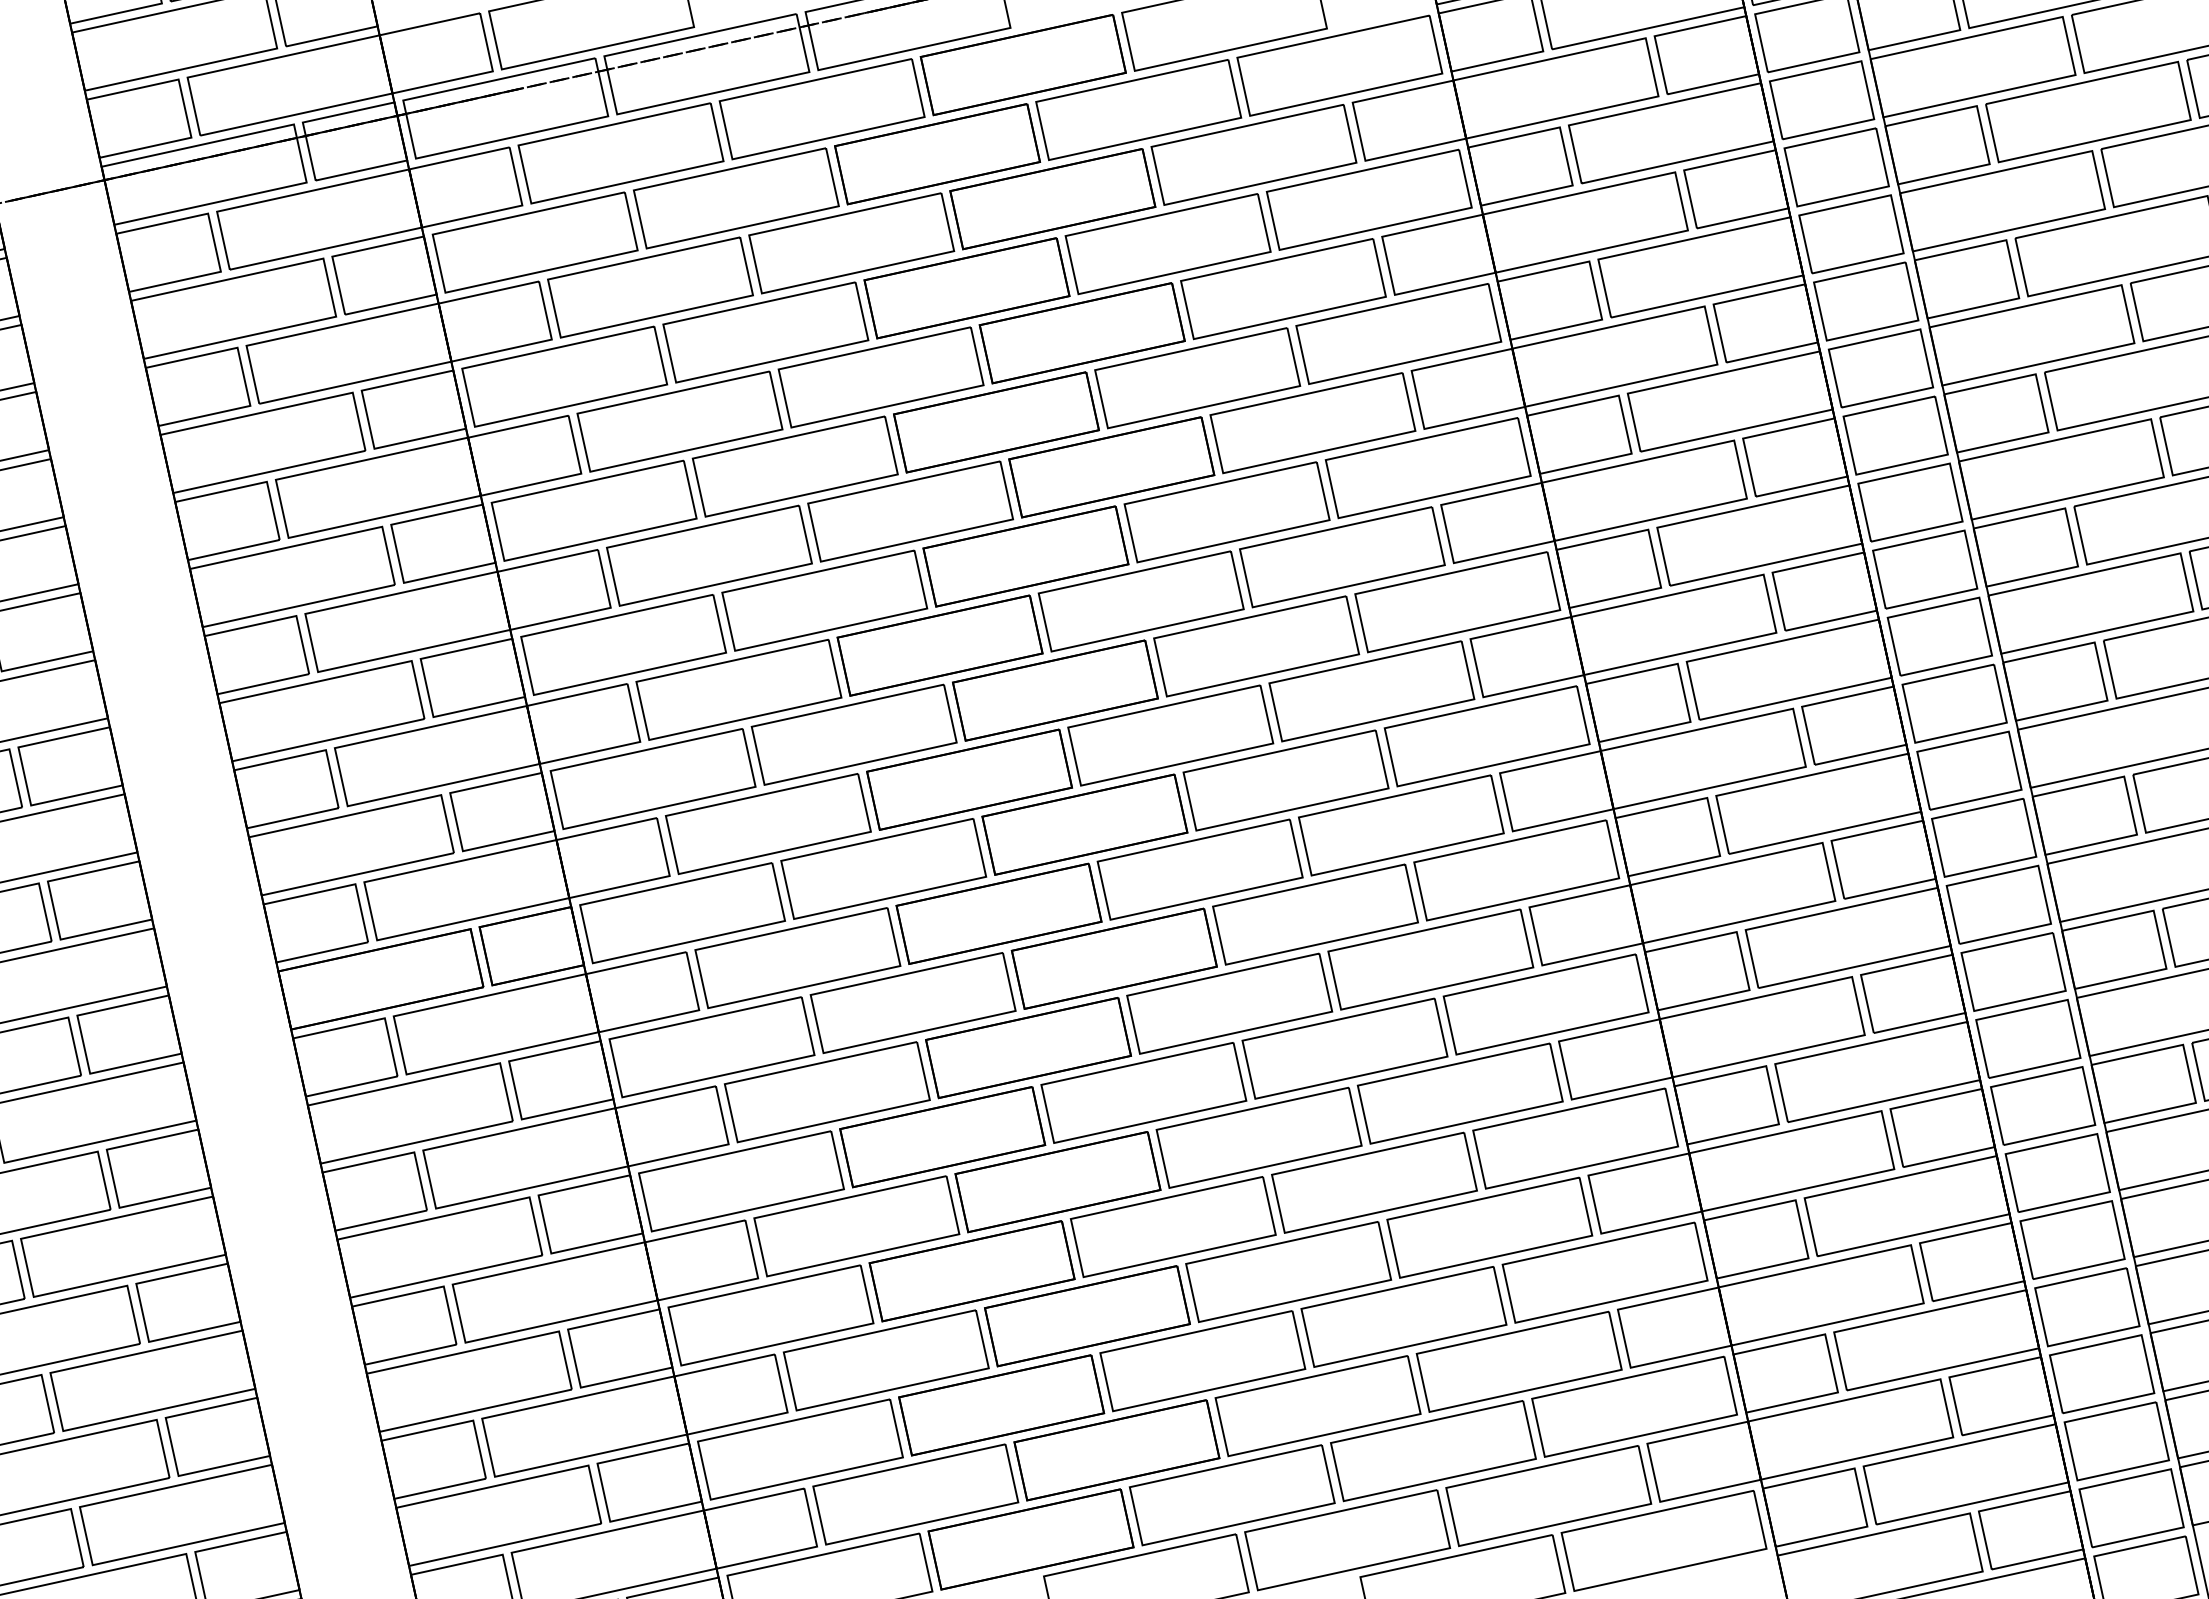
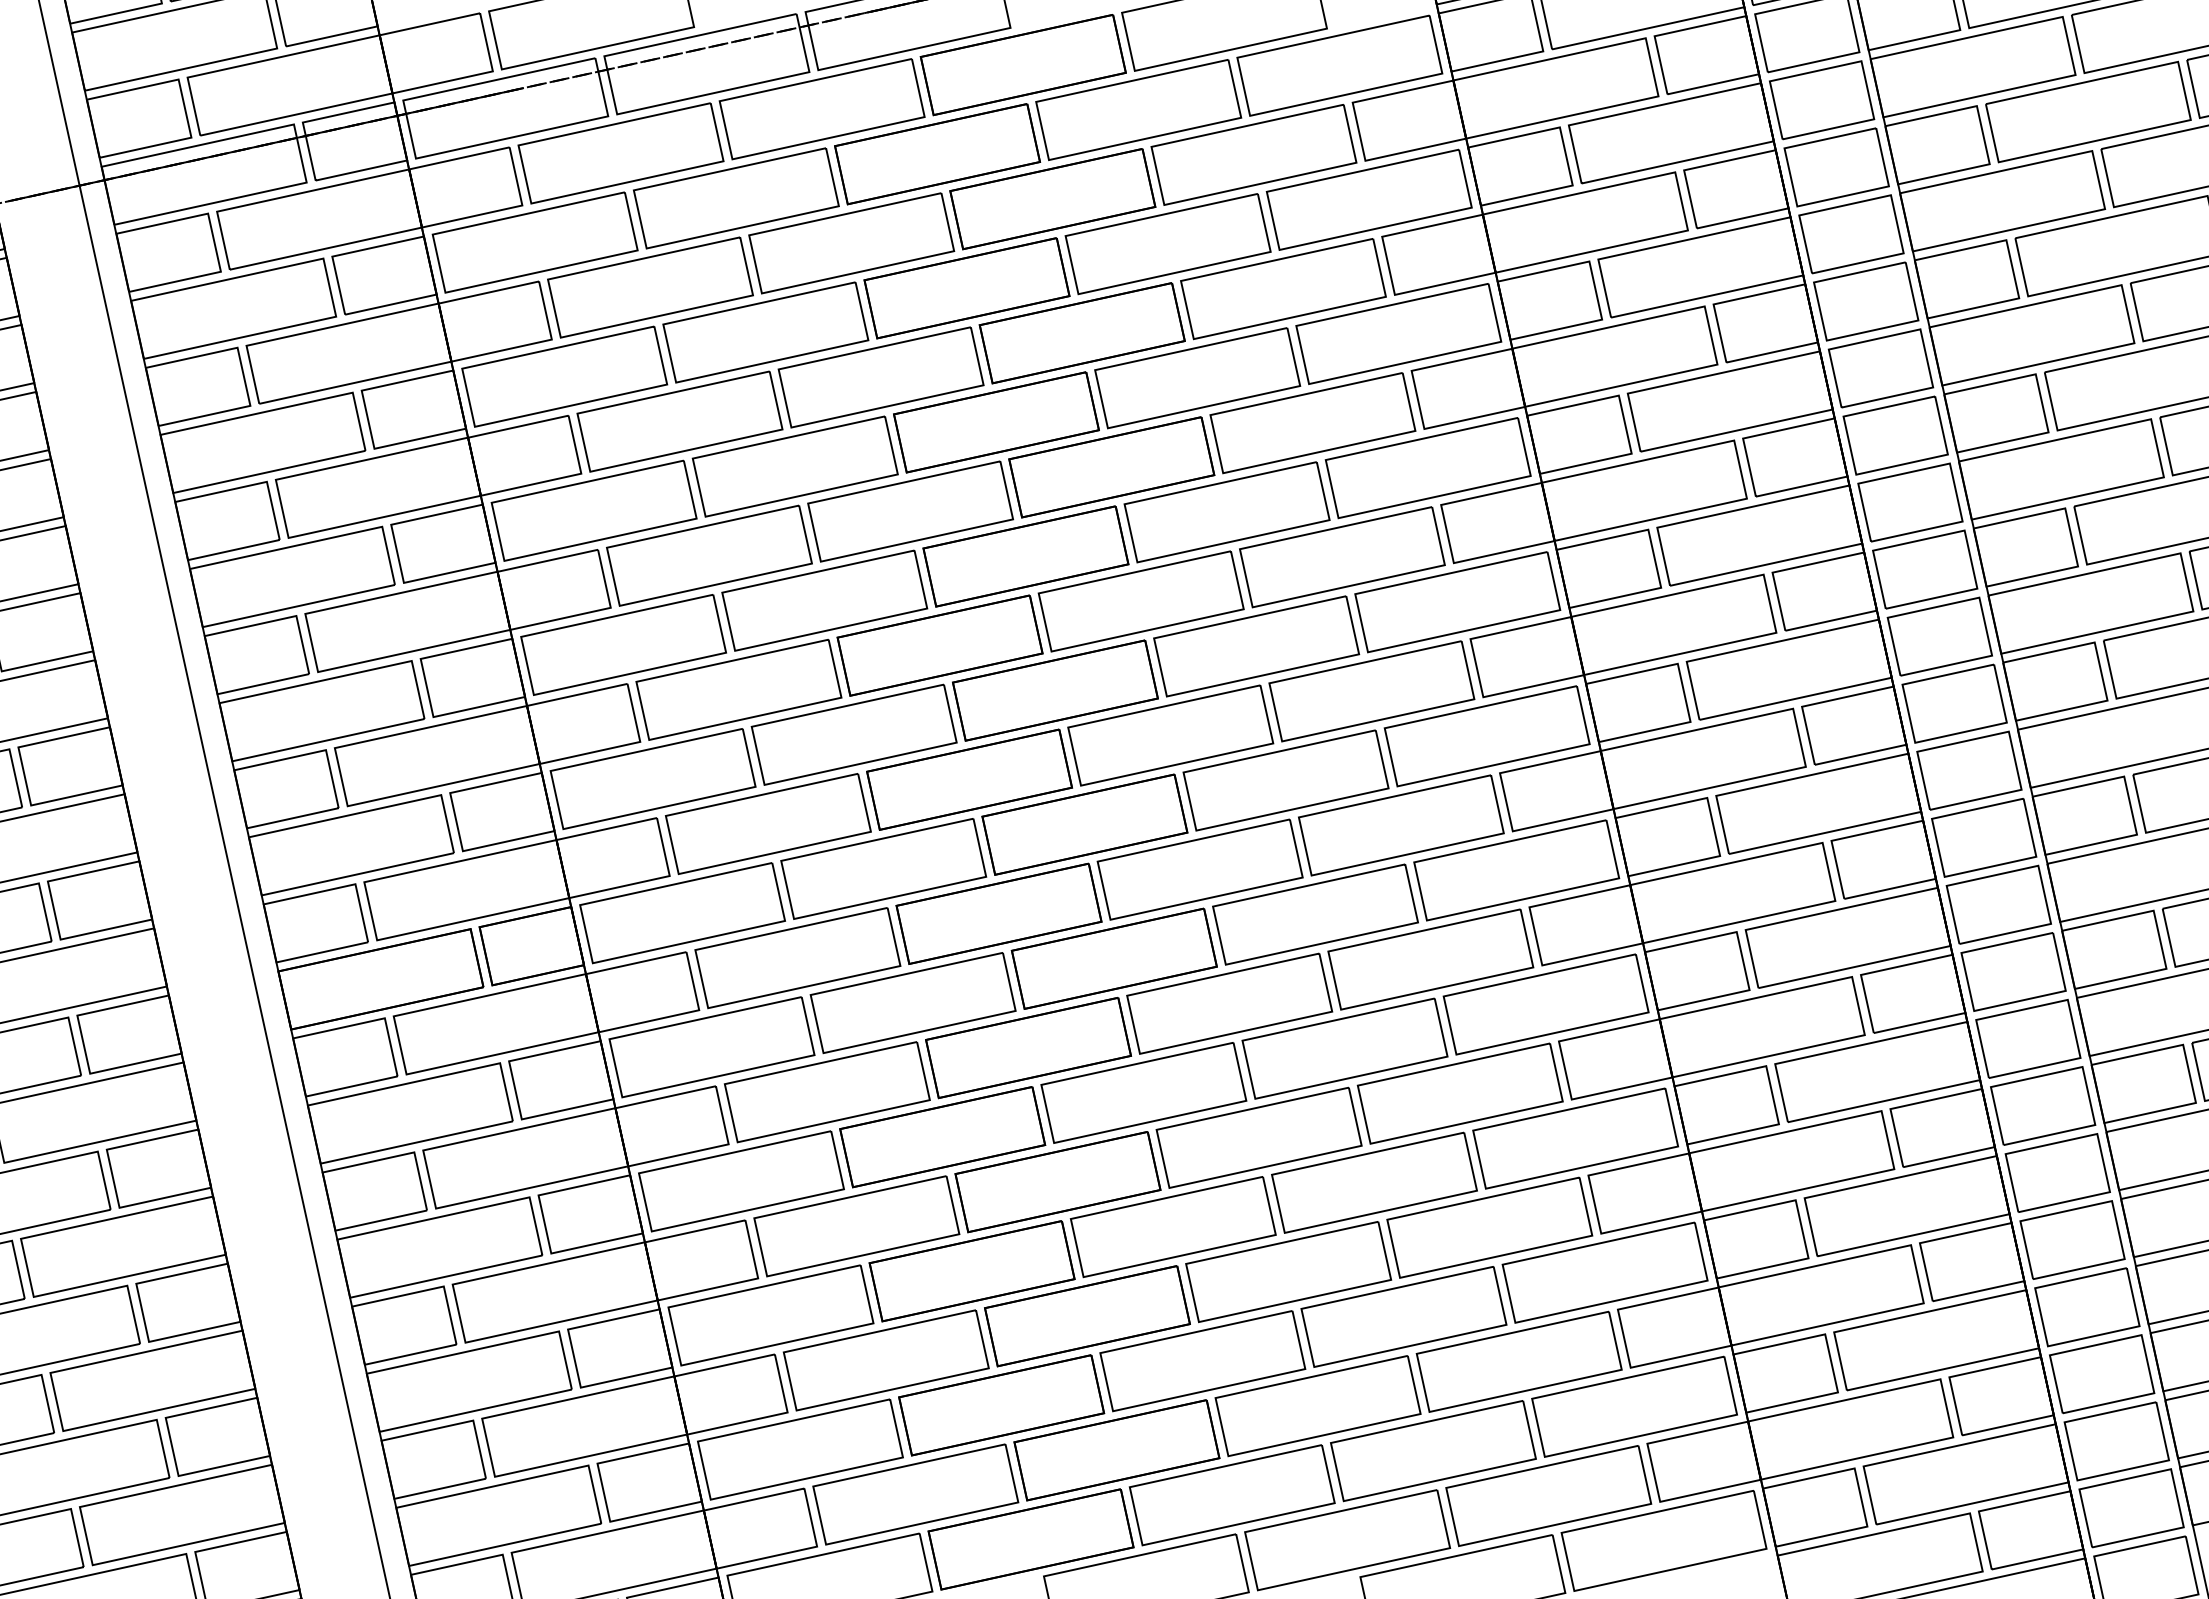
line at (240, 798) position: (240, 798) -> (214, 798)
